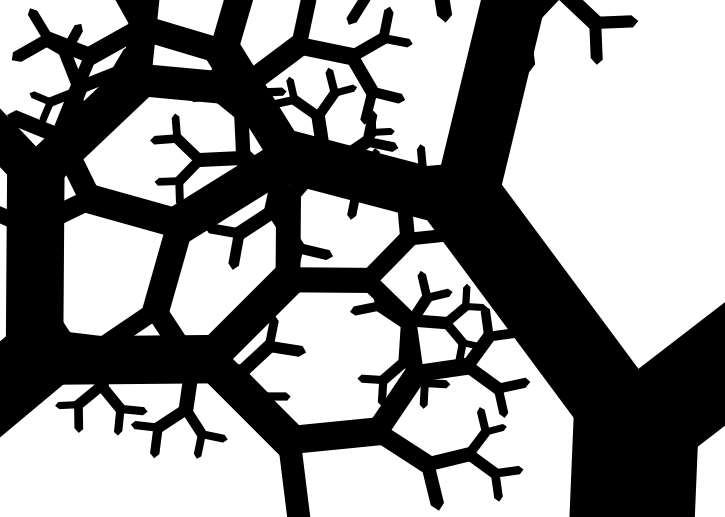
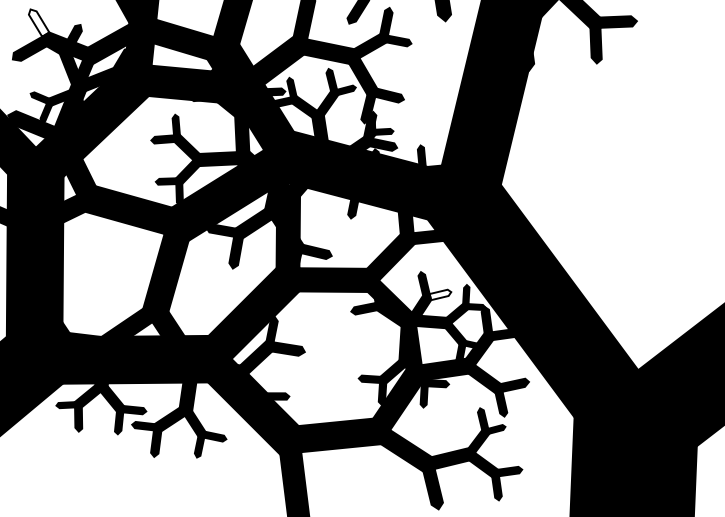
fill at (38, 22): present -> none
fill at (440, 294): present -> none
